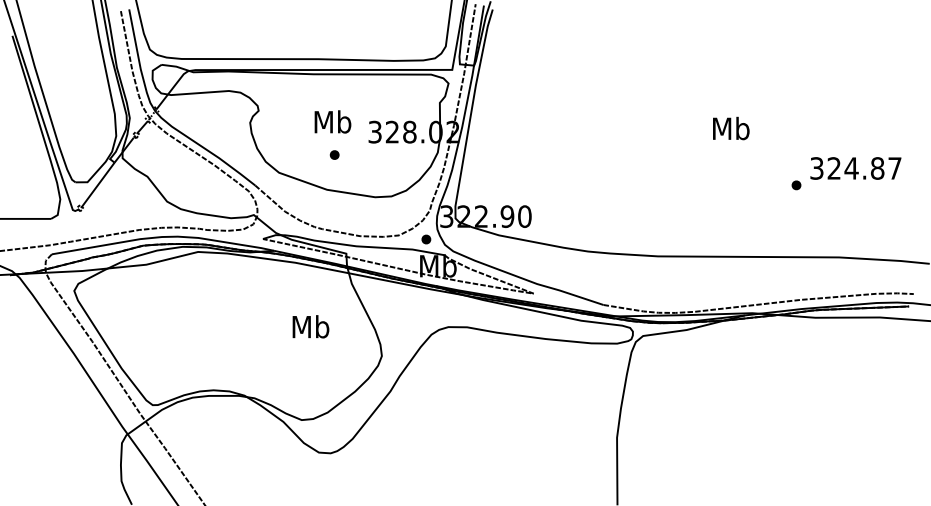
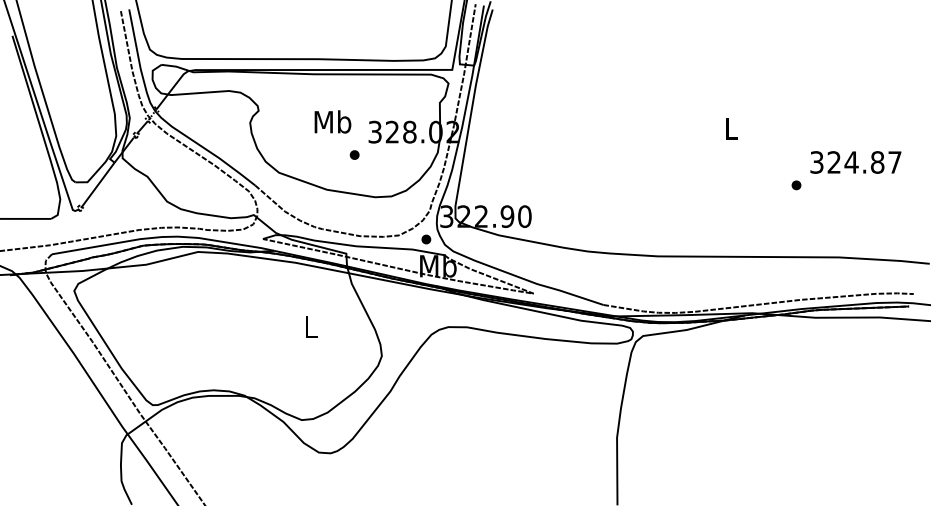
text at (731, 128): Mb -> L
part at (334, 154) position: (334, 154) -> (354, 154)
text at (855, 168) position: (855, 168) -> (855, 162)
text at (310, 326): Mb -> L
